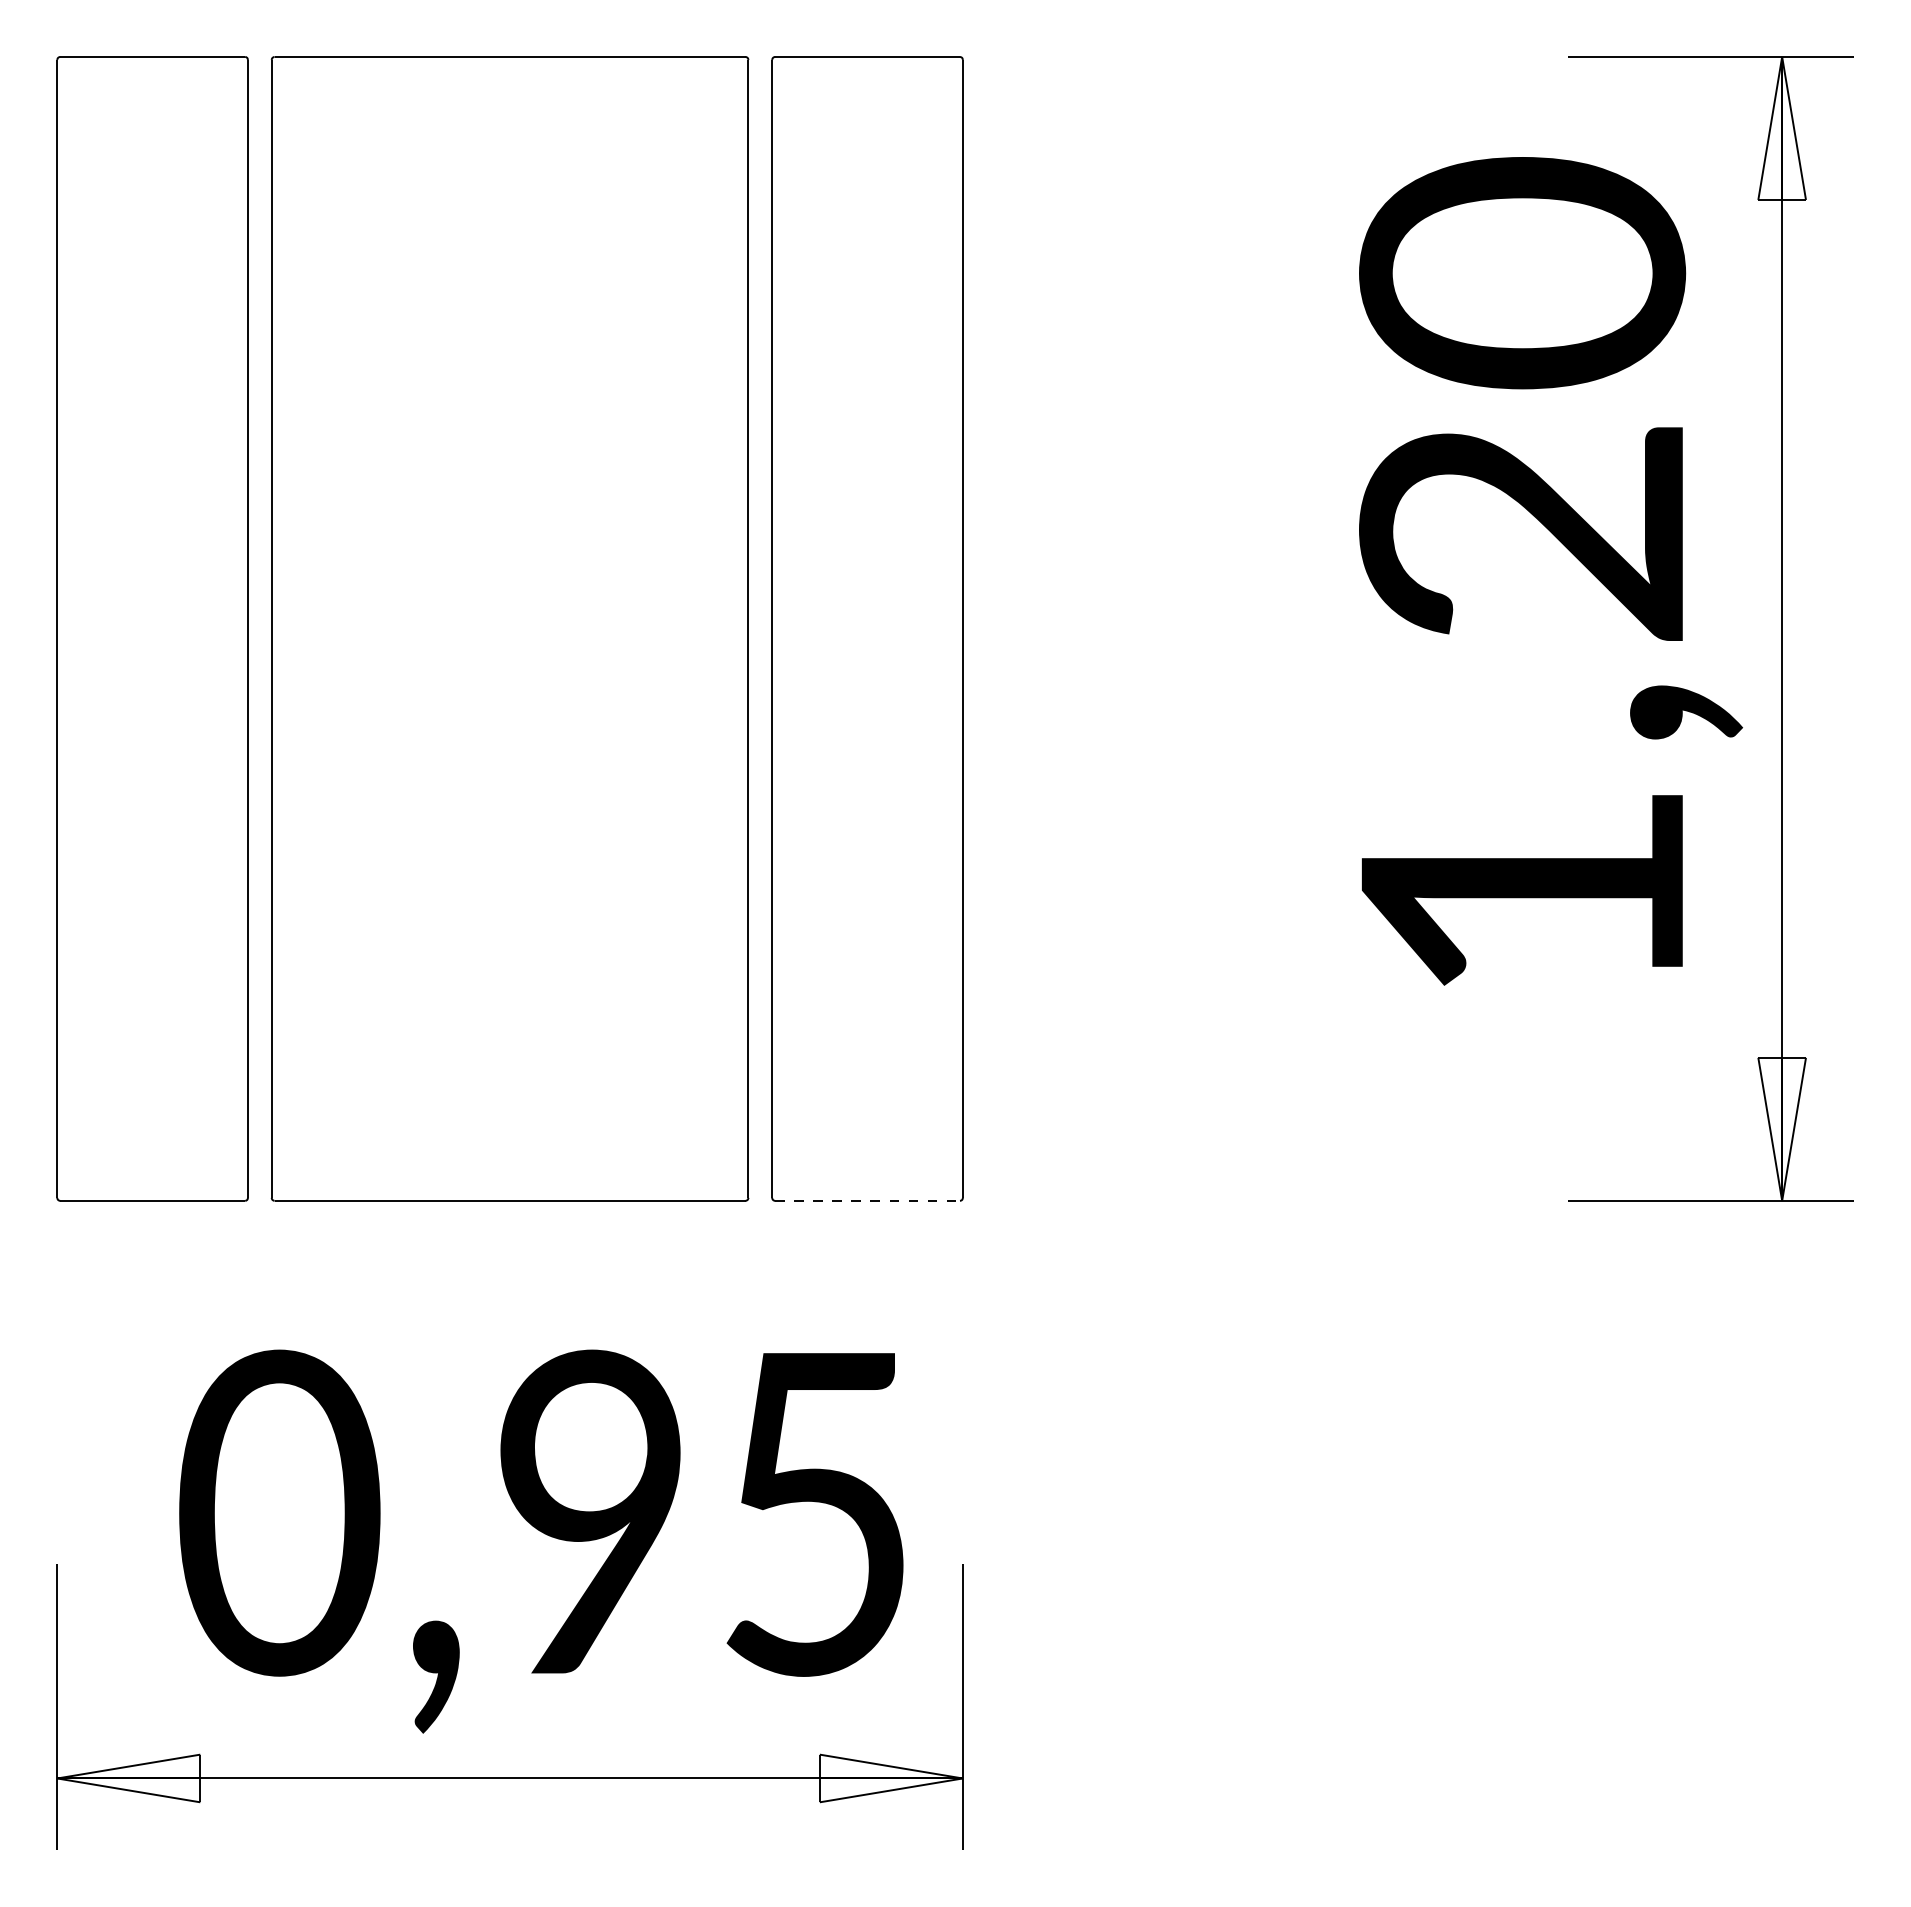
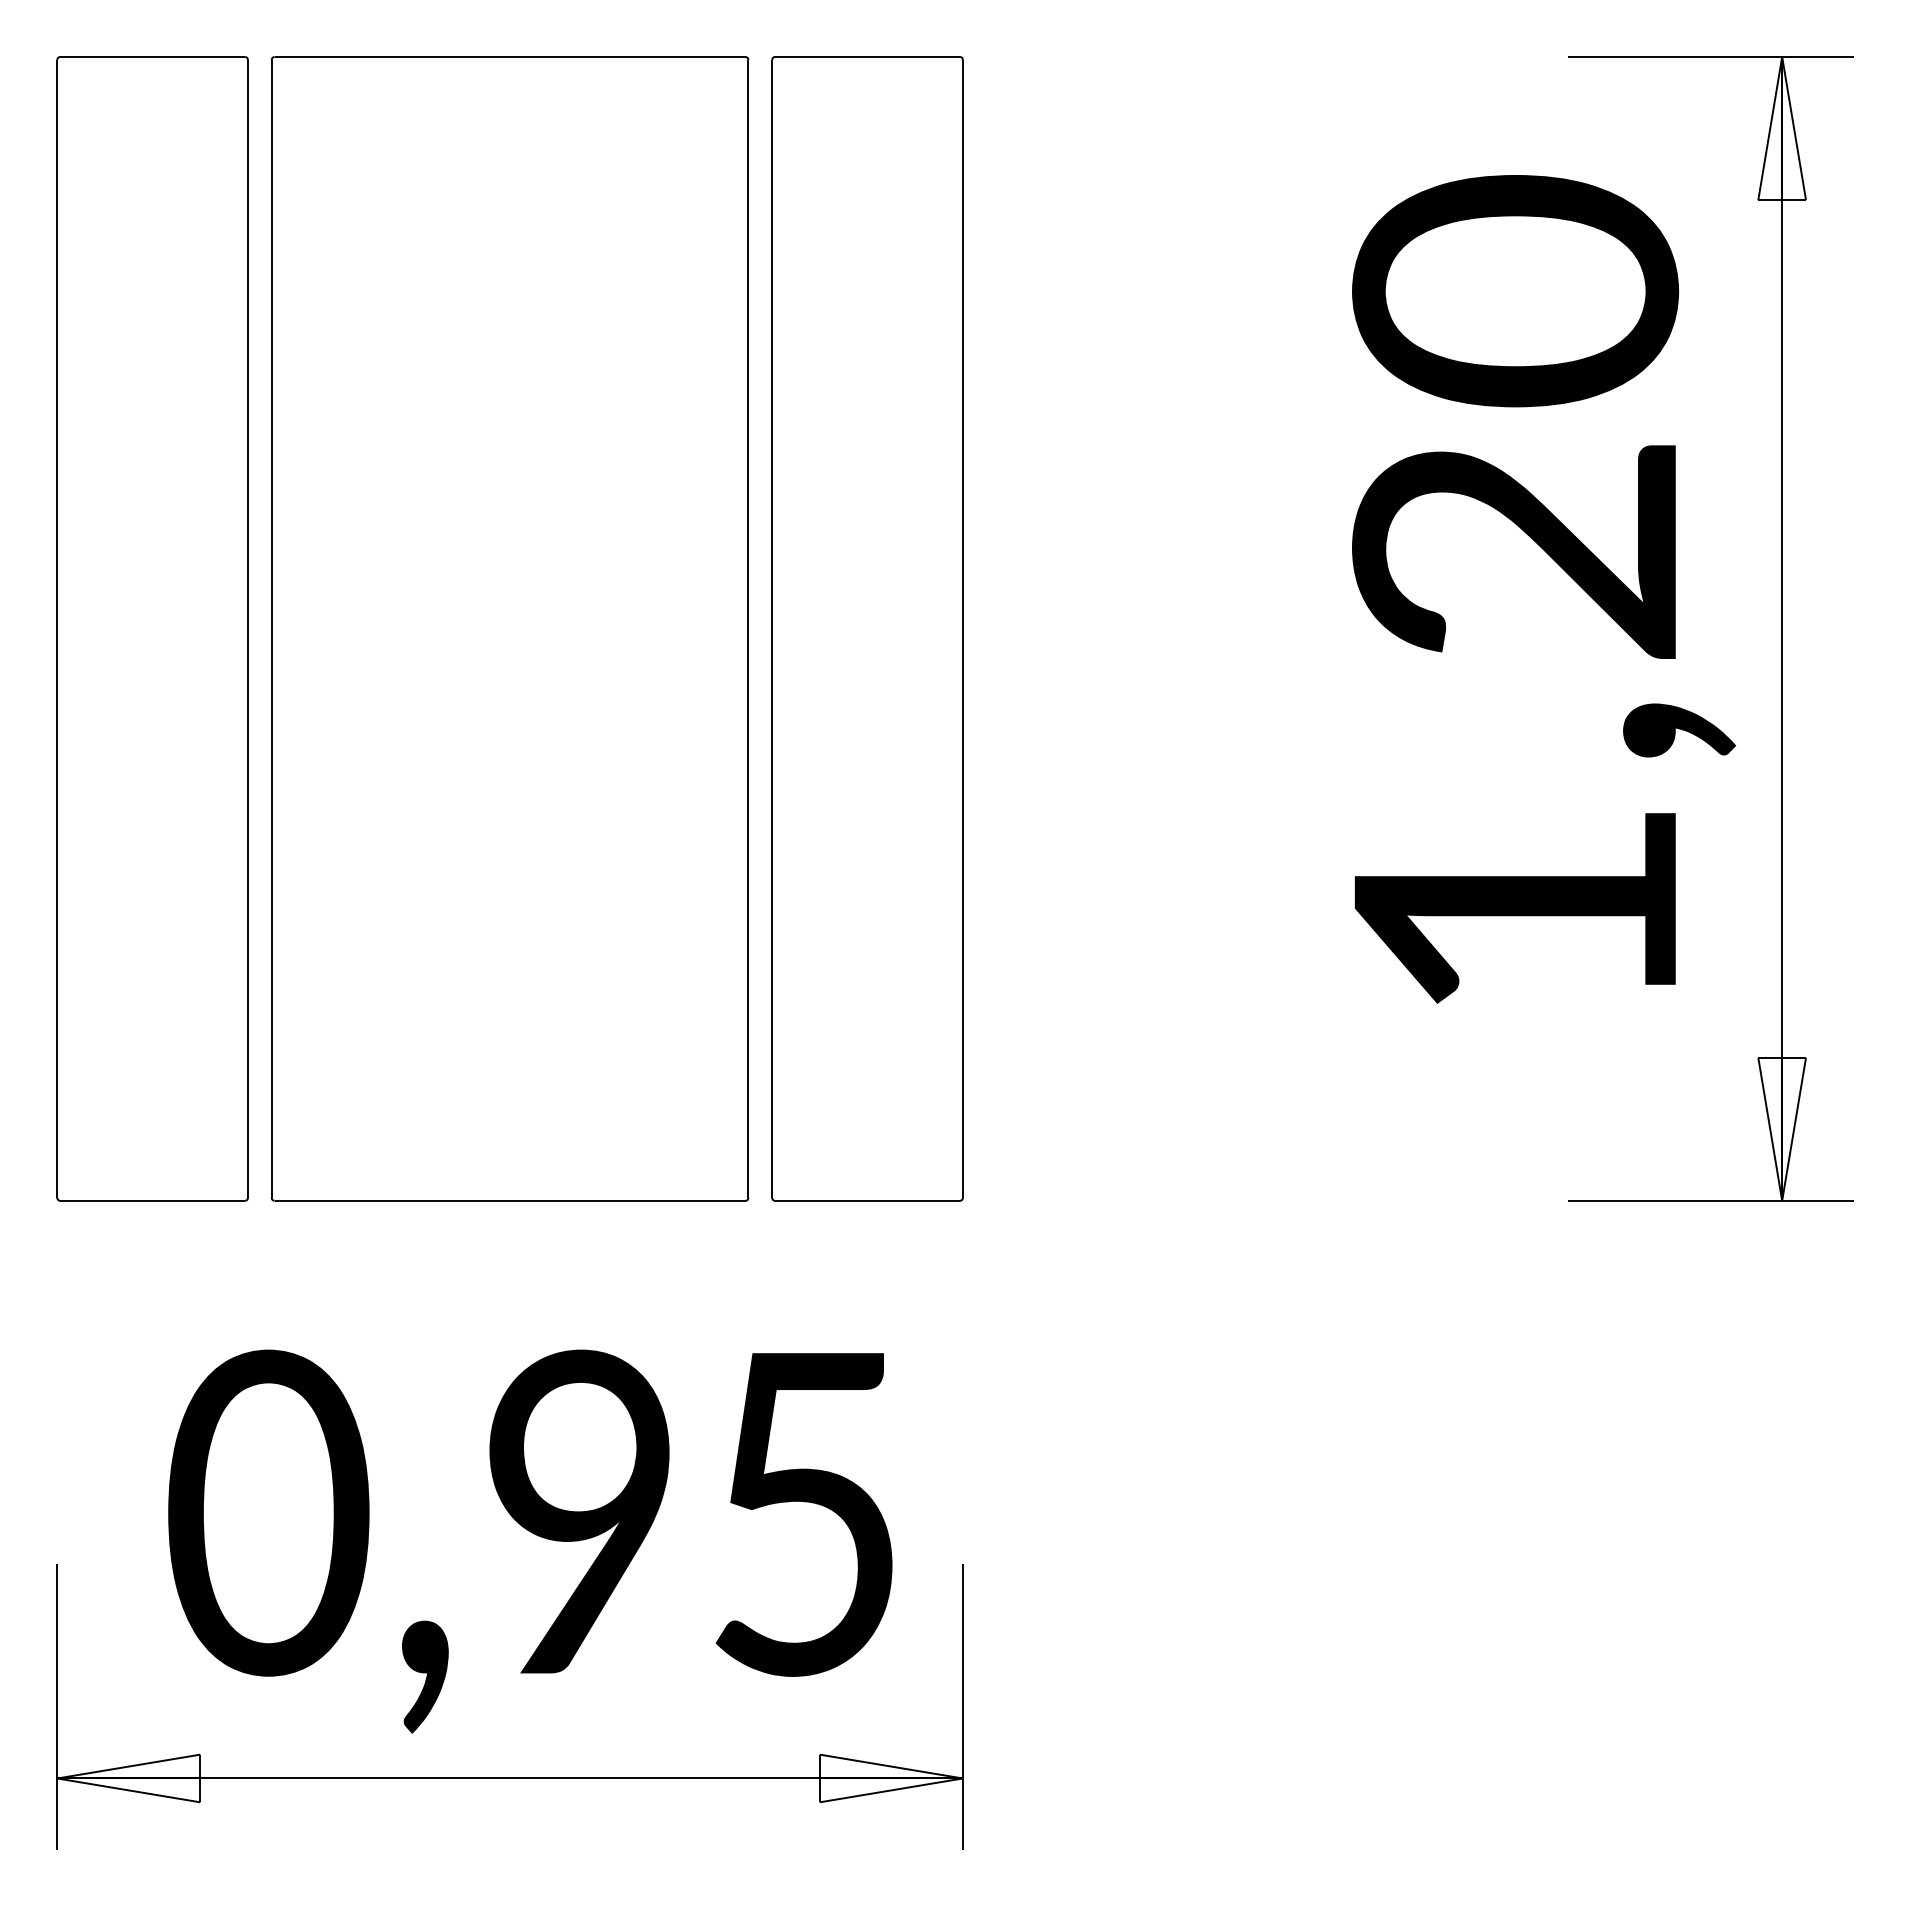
text at (1551, 571) position: (1551, 571) -> (1544, 589)
line at (868, 1200): dashed -> solid
text at (541, 1541) position: (541, 1541) -> (530, 1541)
